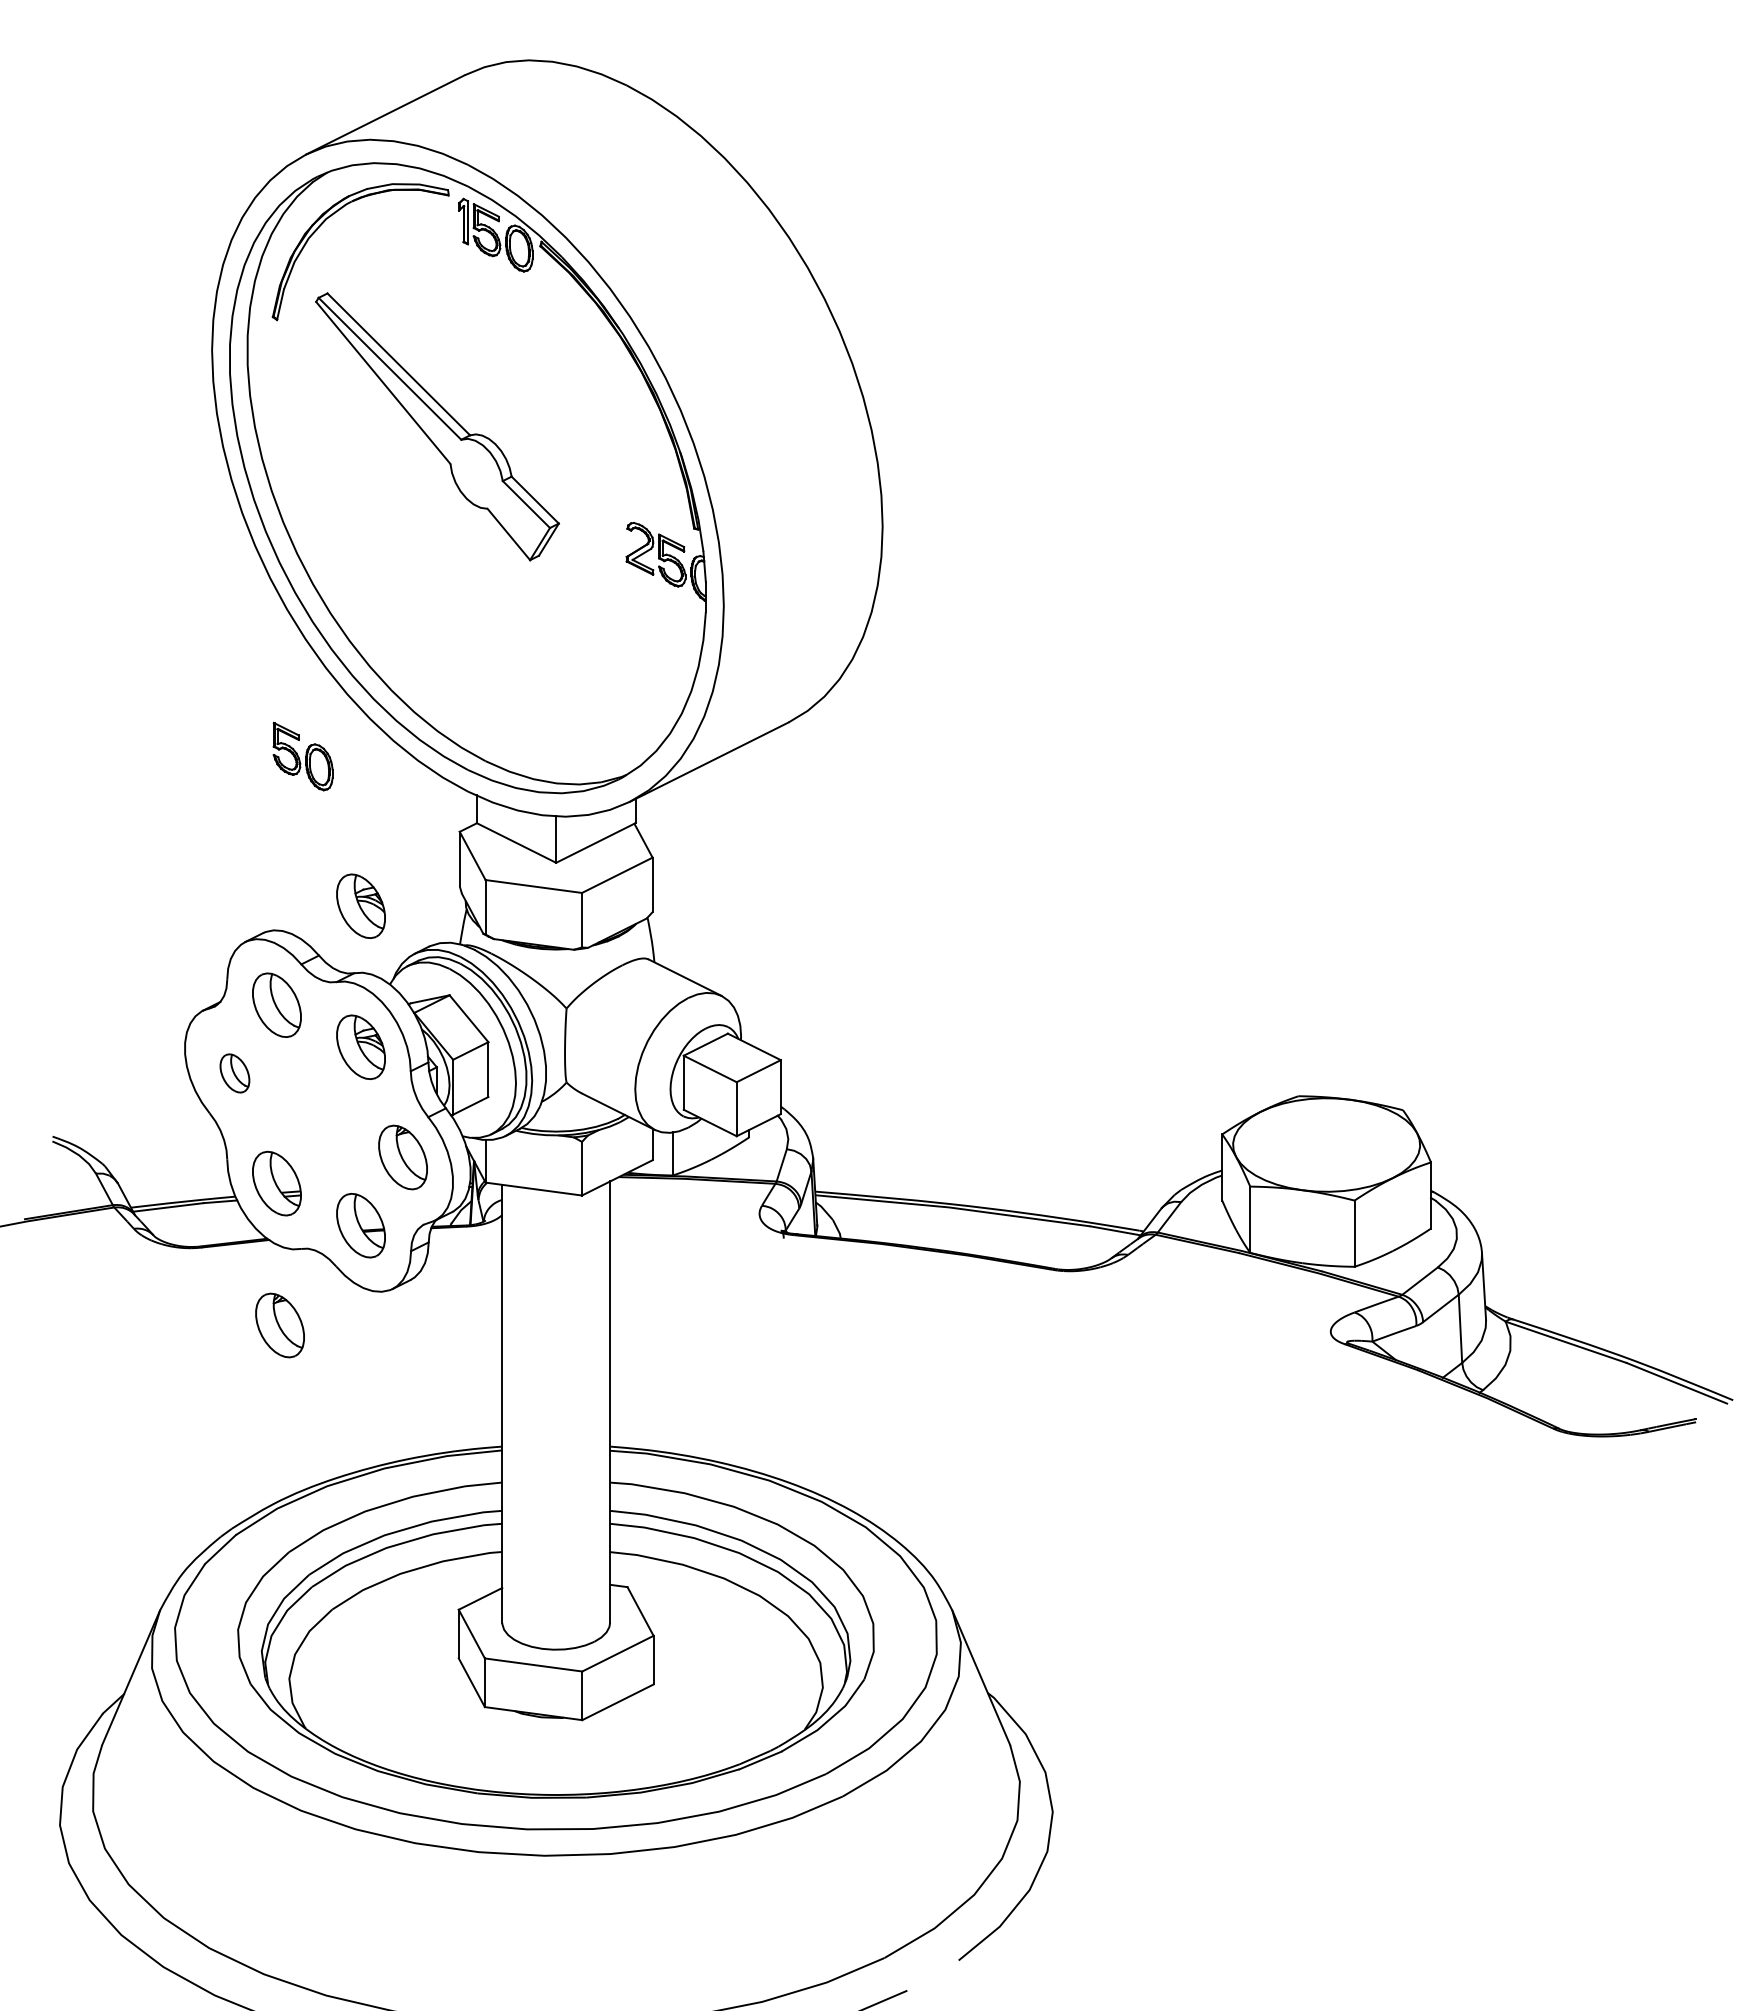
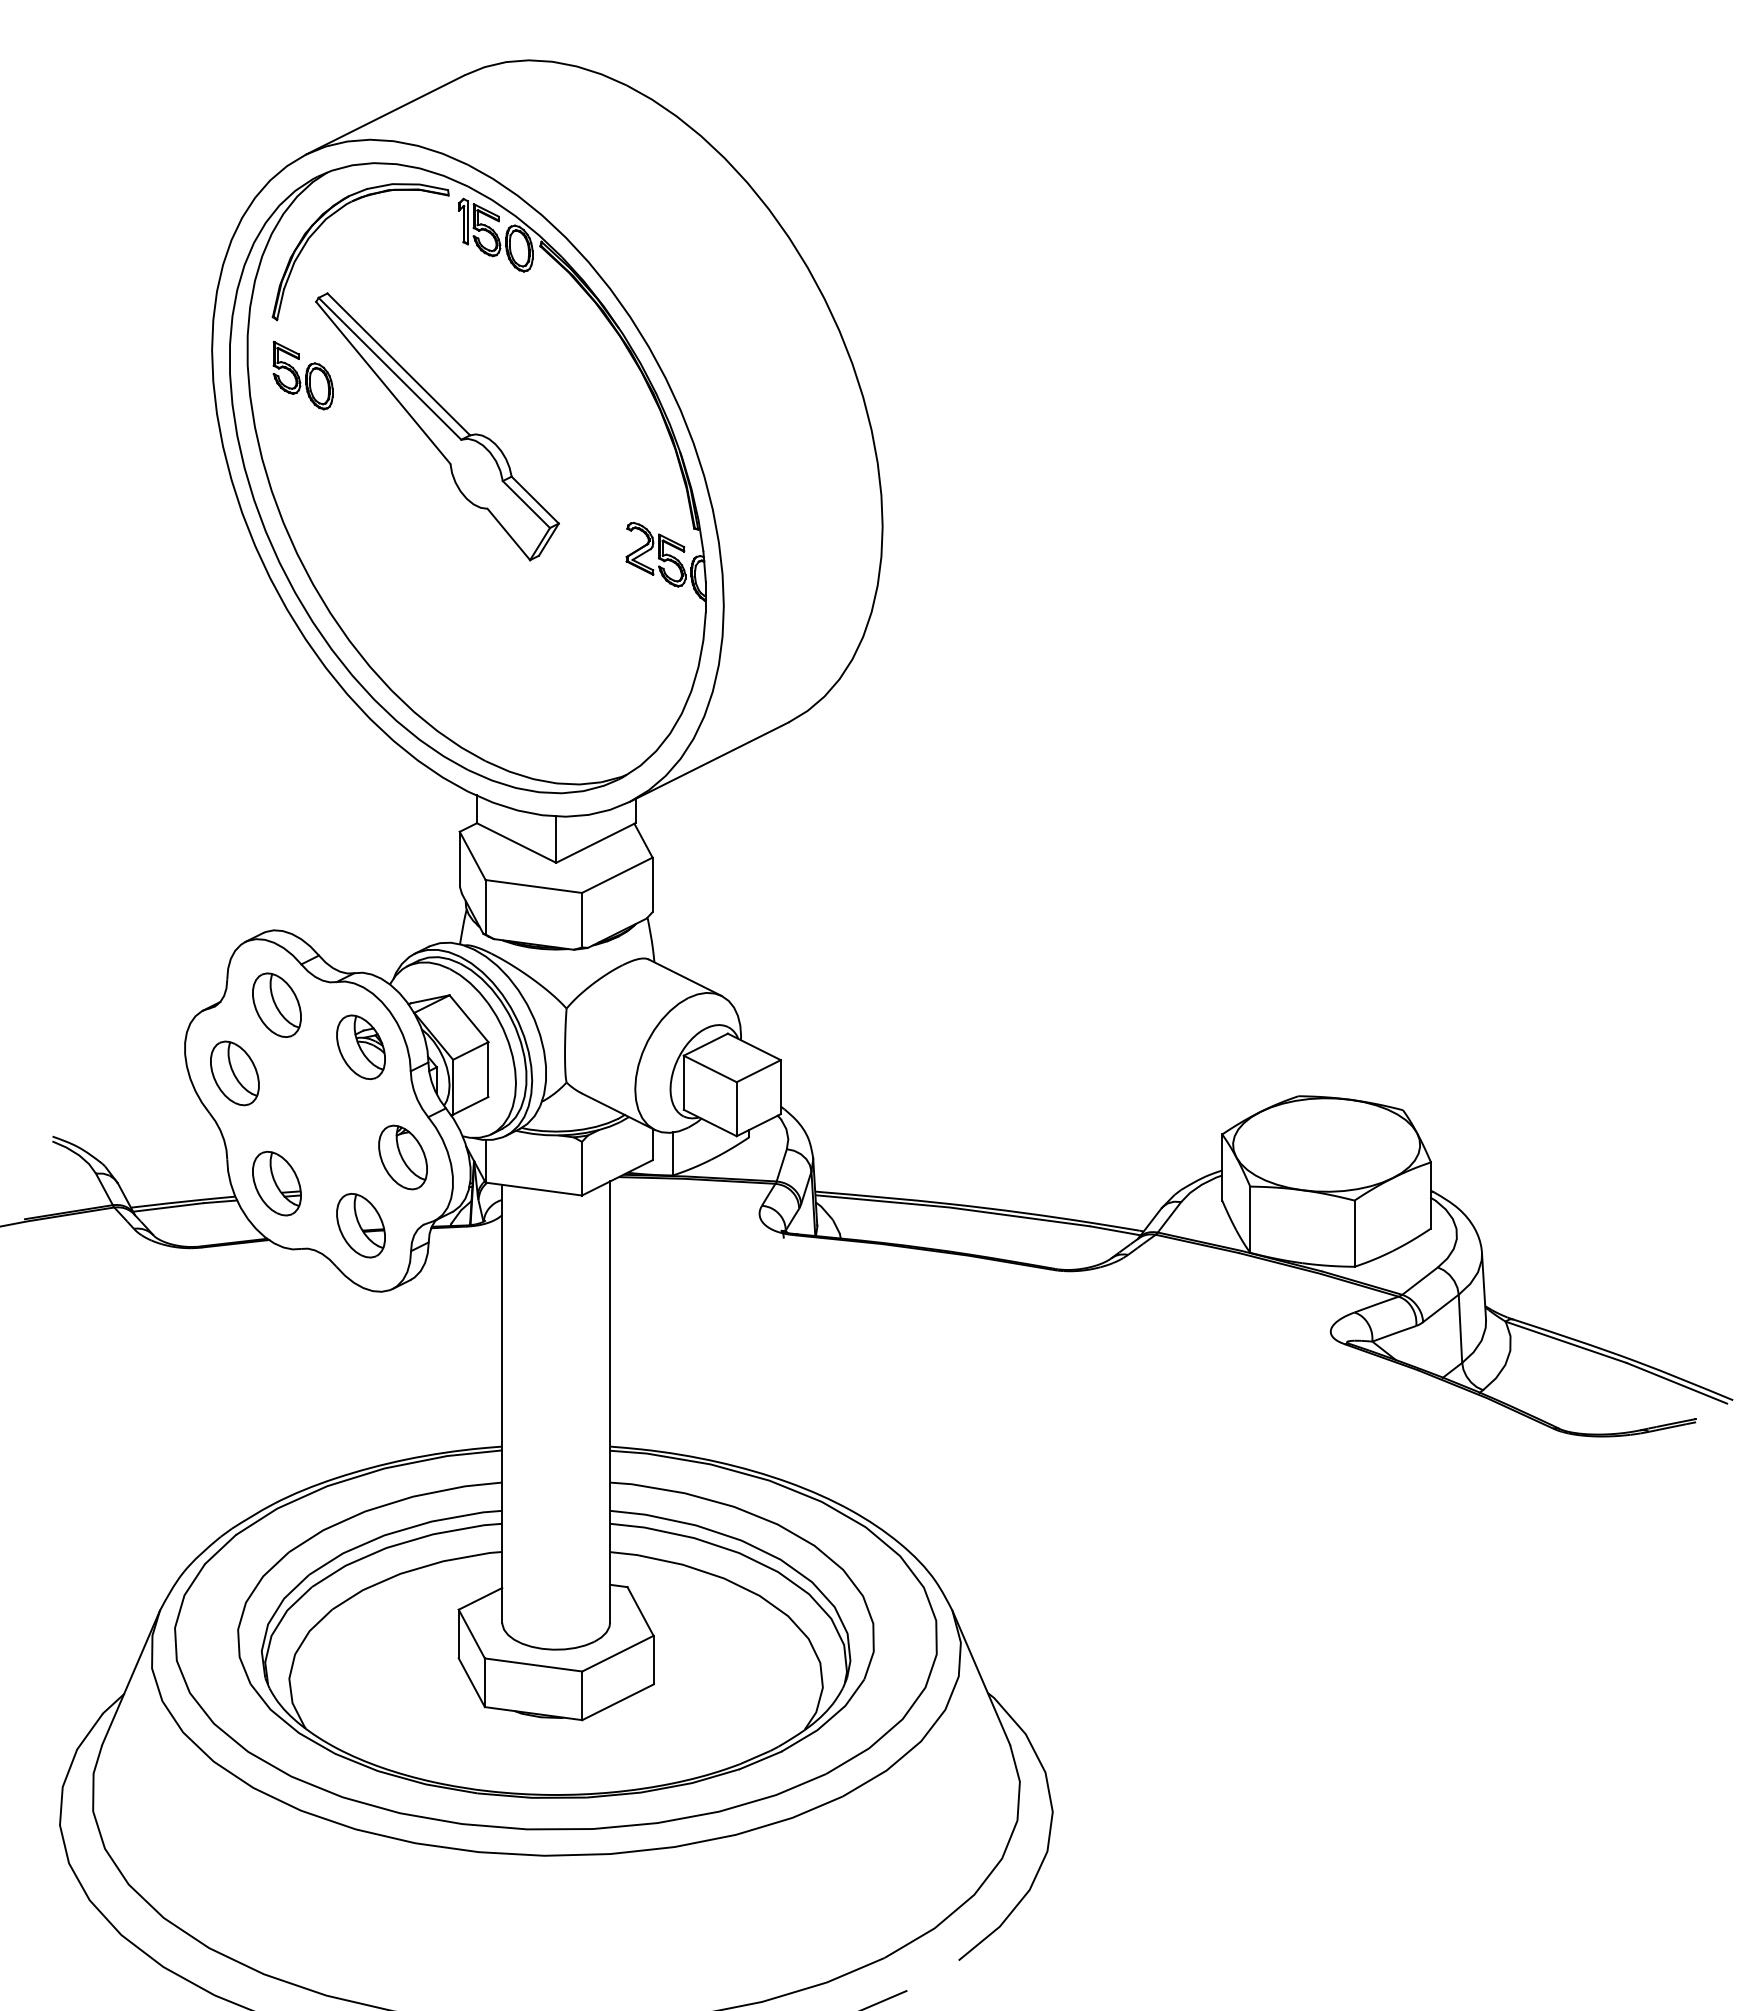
part at (302, 756) position: (302, 756) -> (302, 375)
part at (360, 906): present -> none
part at (234, 1073) size: 32x41 px -> 50x67 px
part at (279, 1325): present -> none
